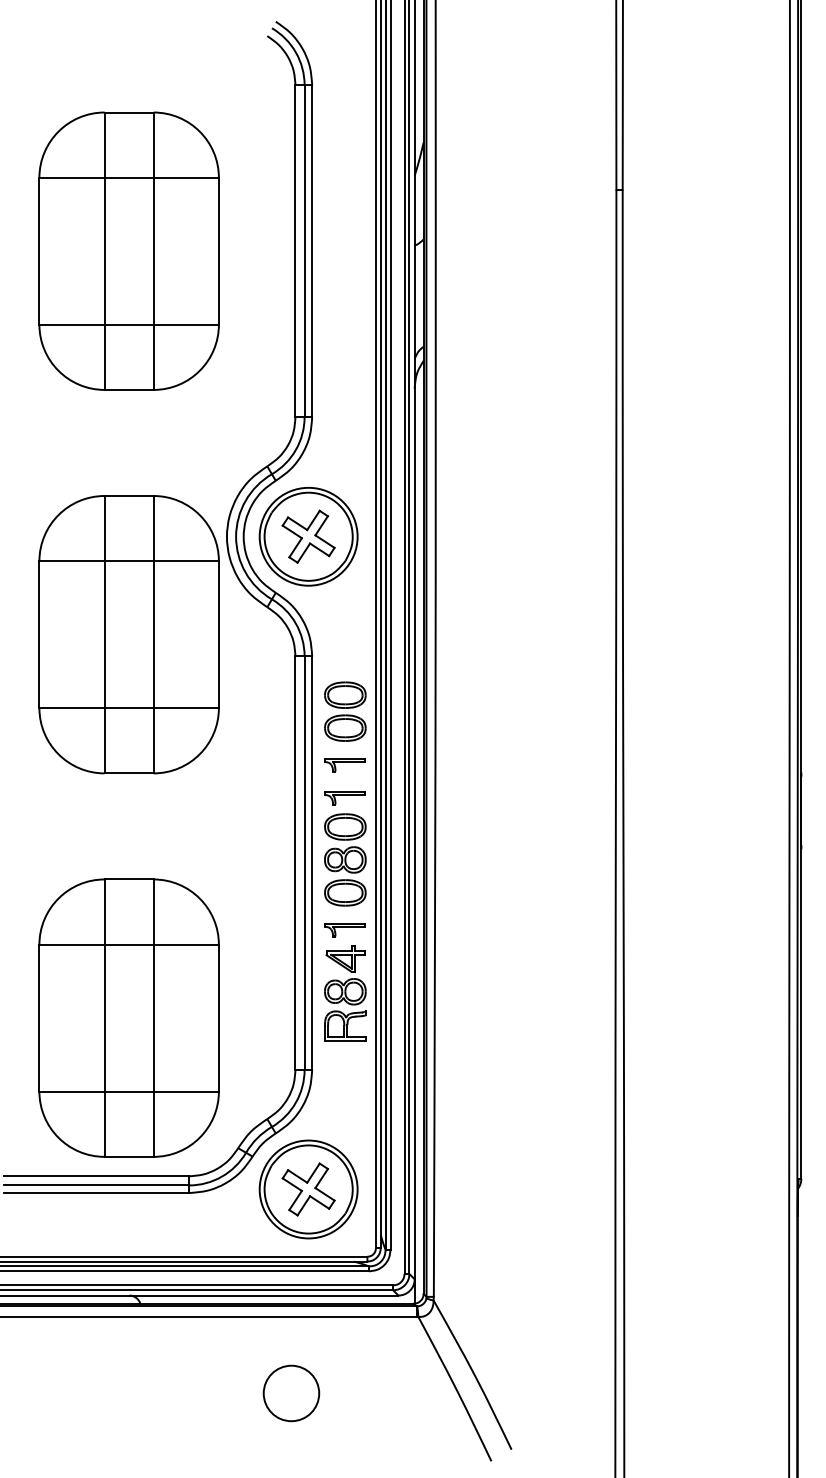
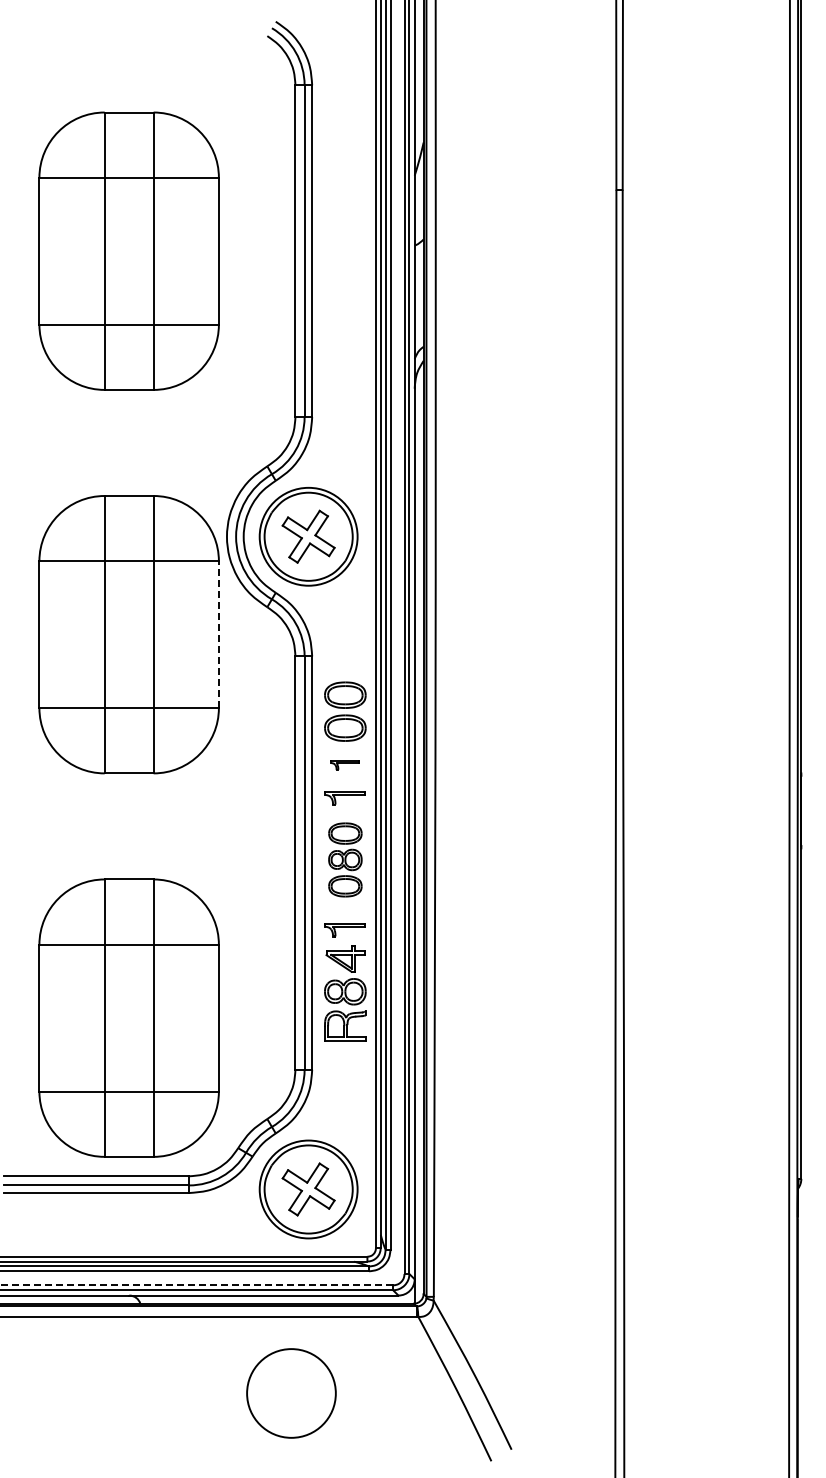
line at (218, 634): solid -> dashed
part at (344, 765) size: 42x15 px -> 30x11 px
part at (345, 859) size: 43x94 px -> 35x76 px
line at (196, 1285): solid -> dashed
circle at (291, 1393) diameter: 55 px -> 89 px
